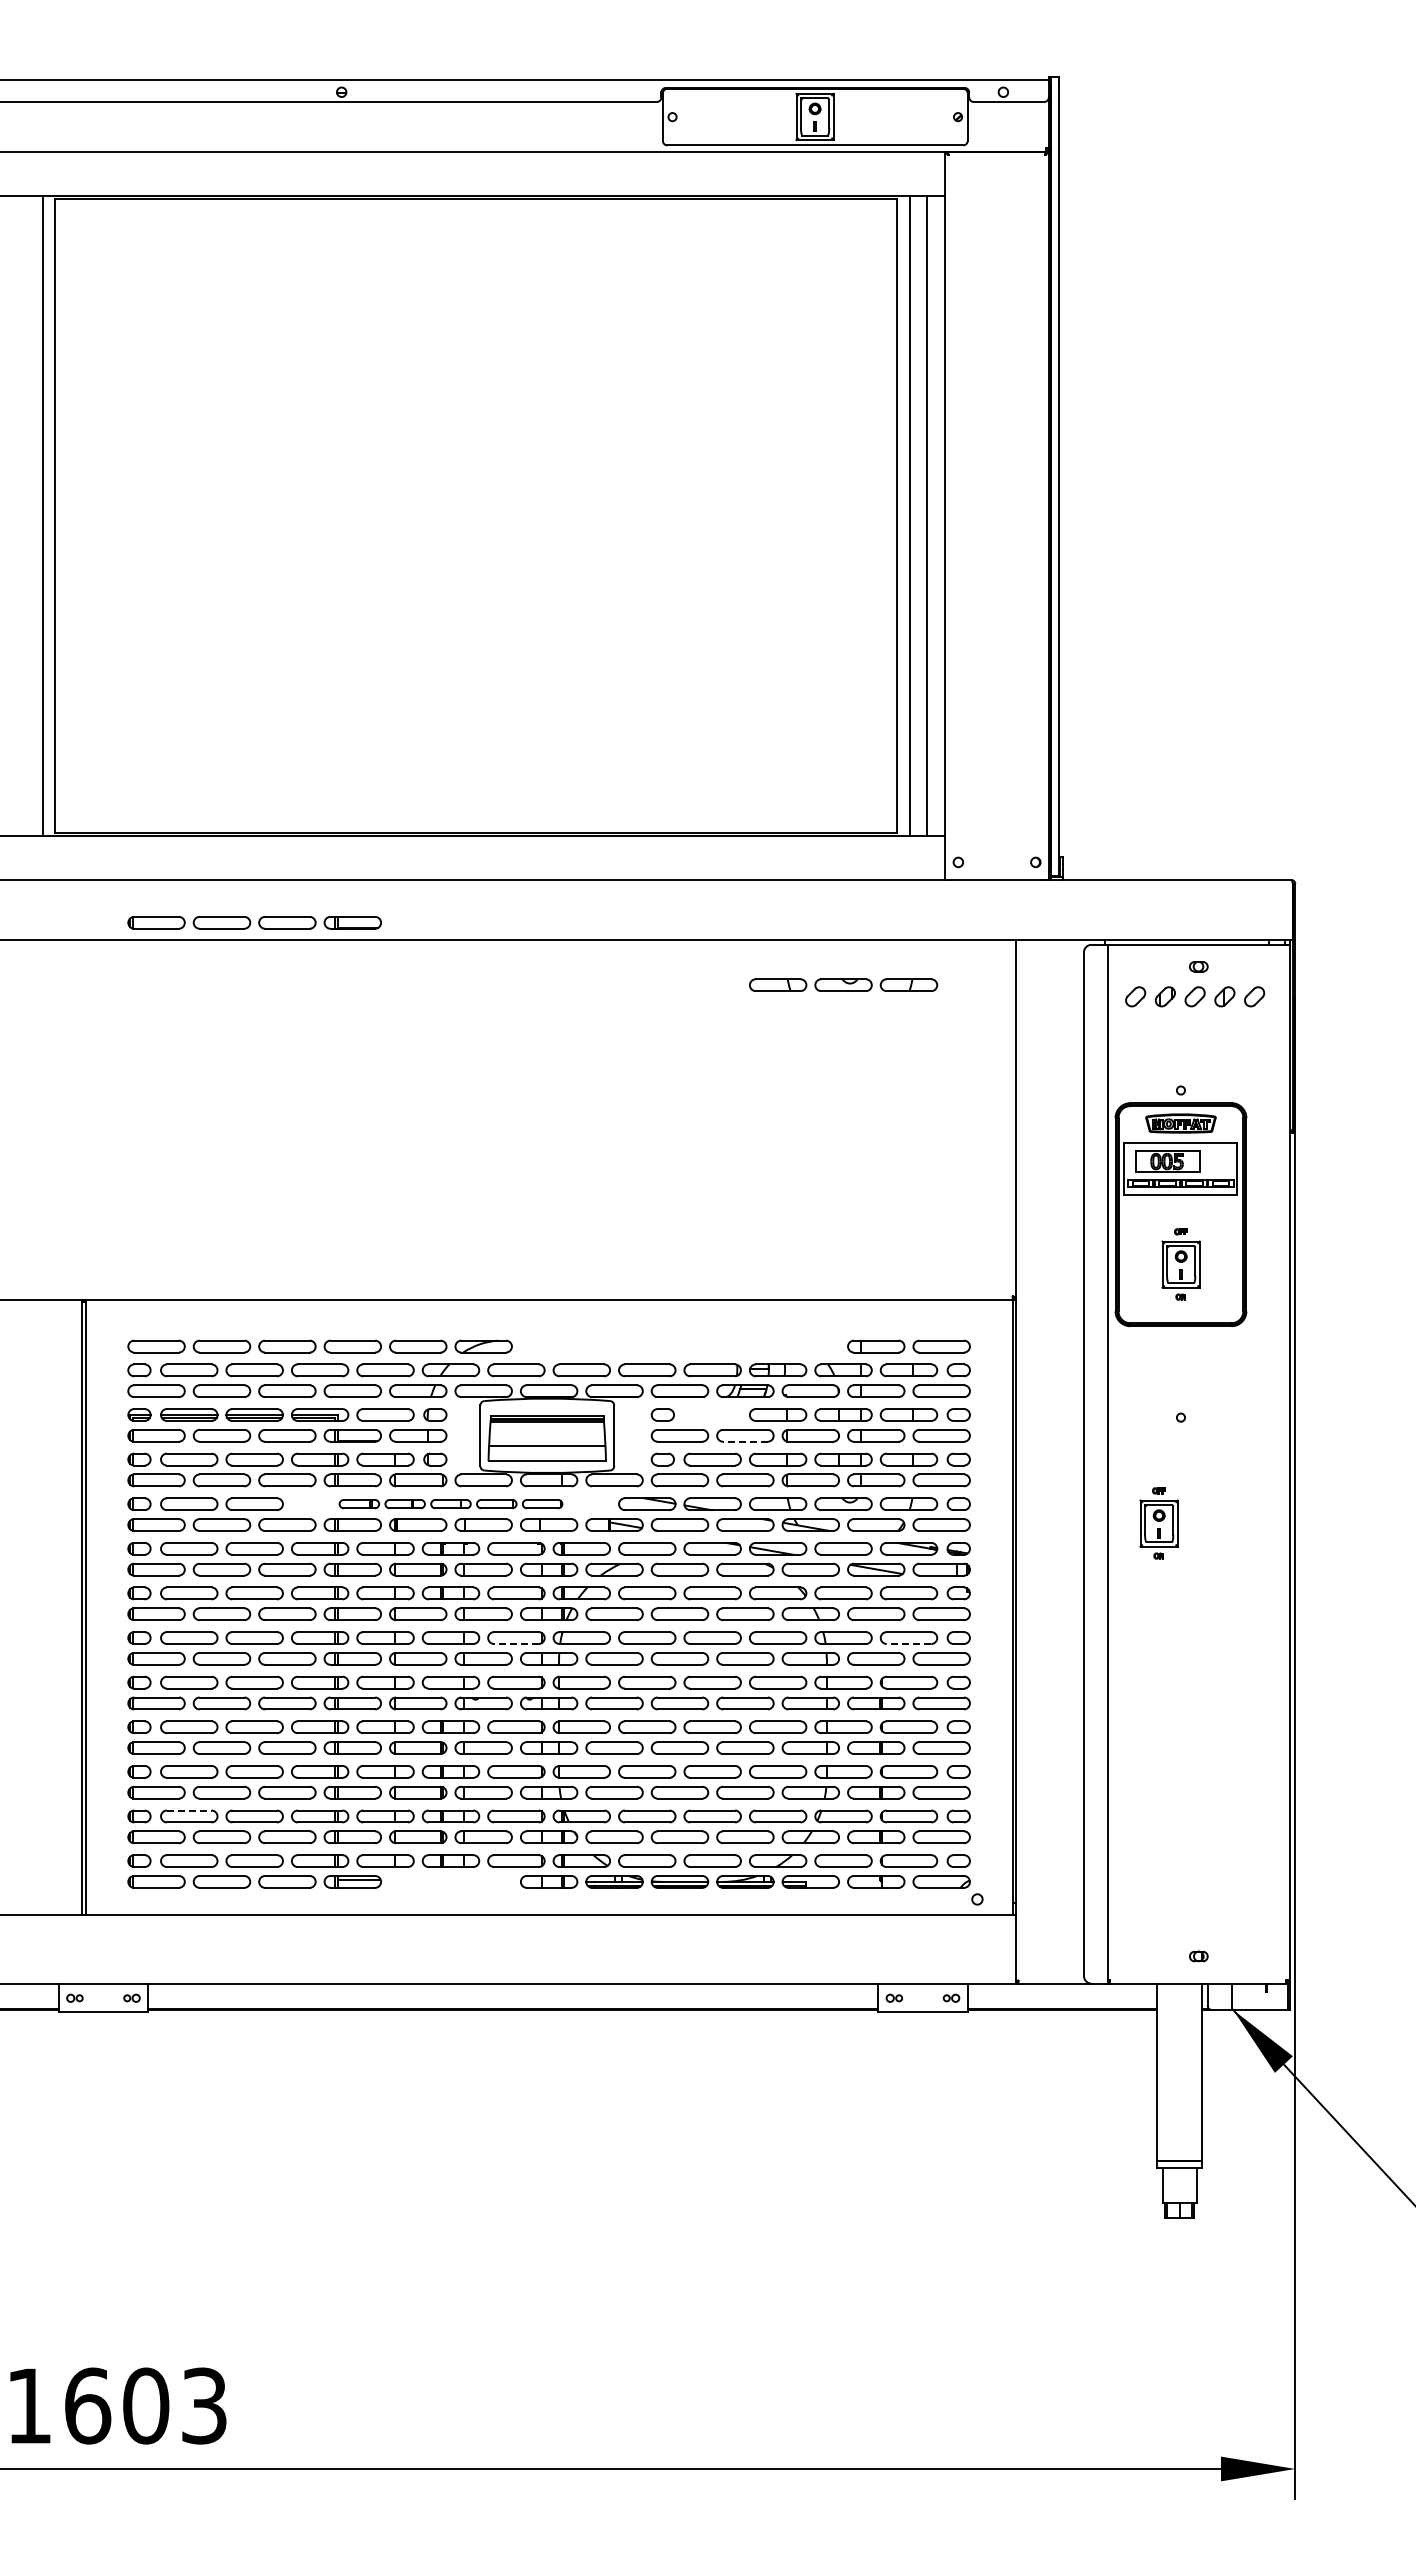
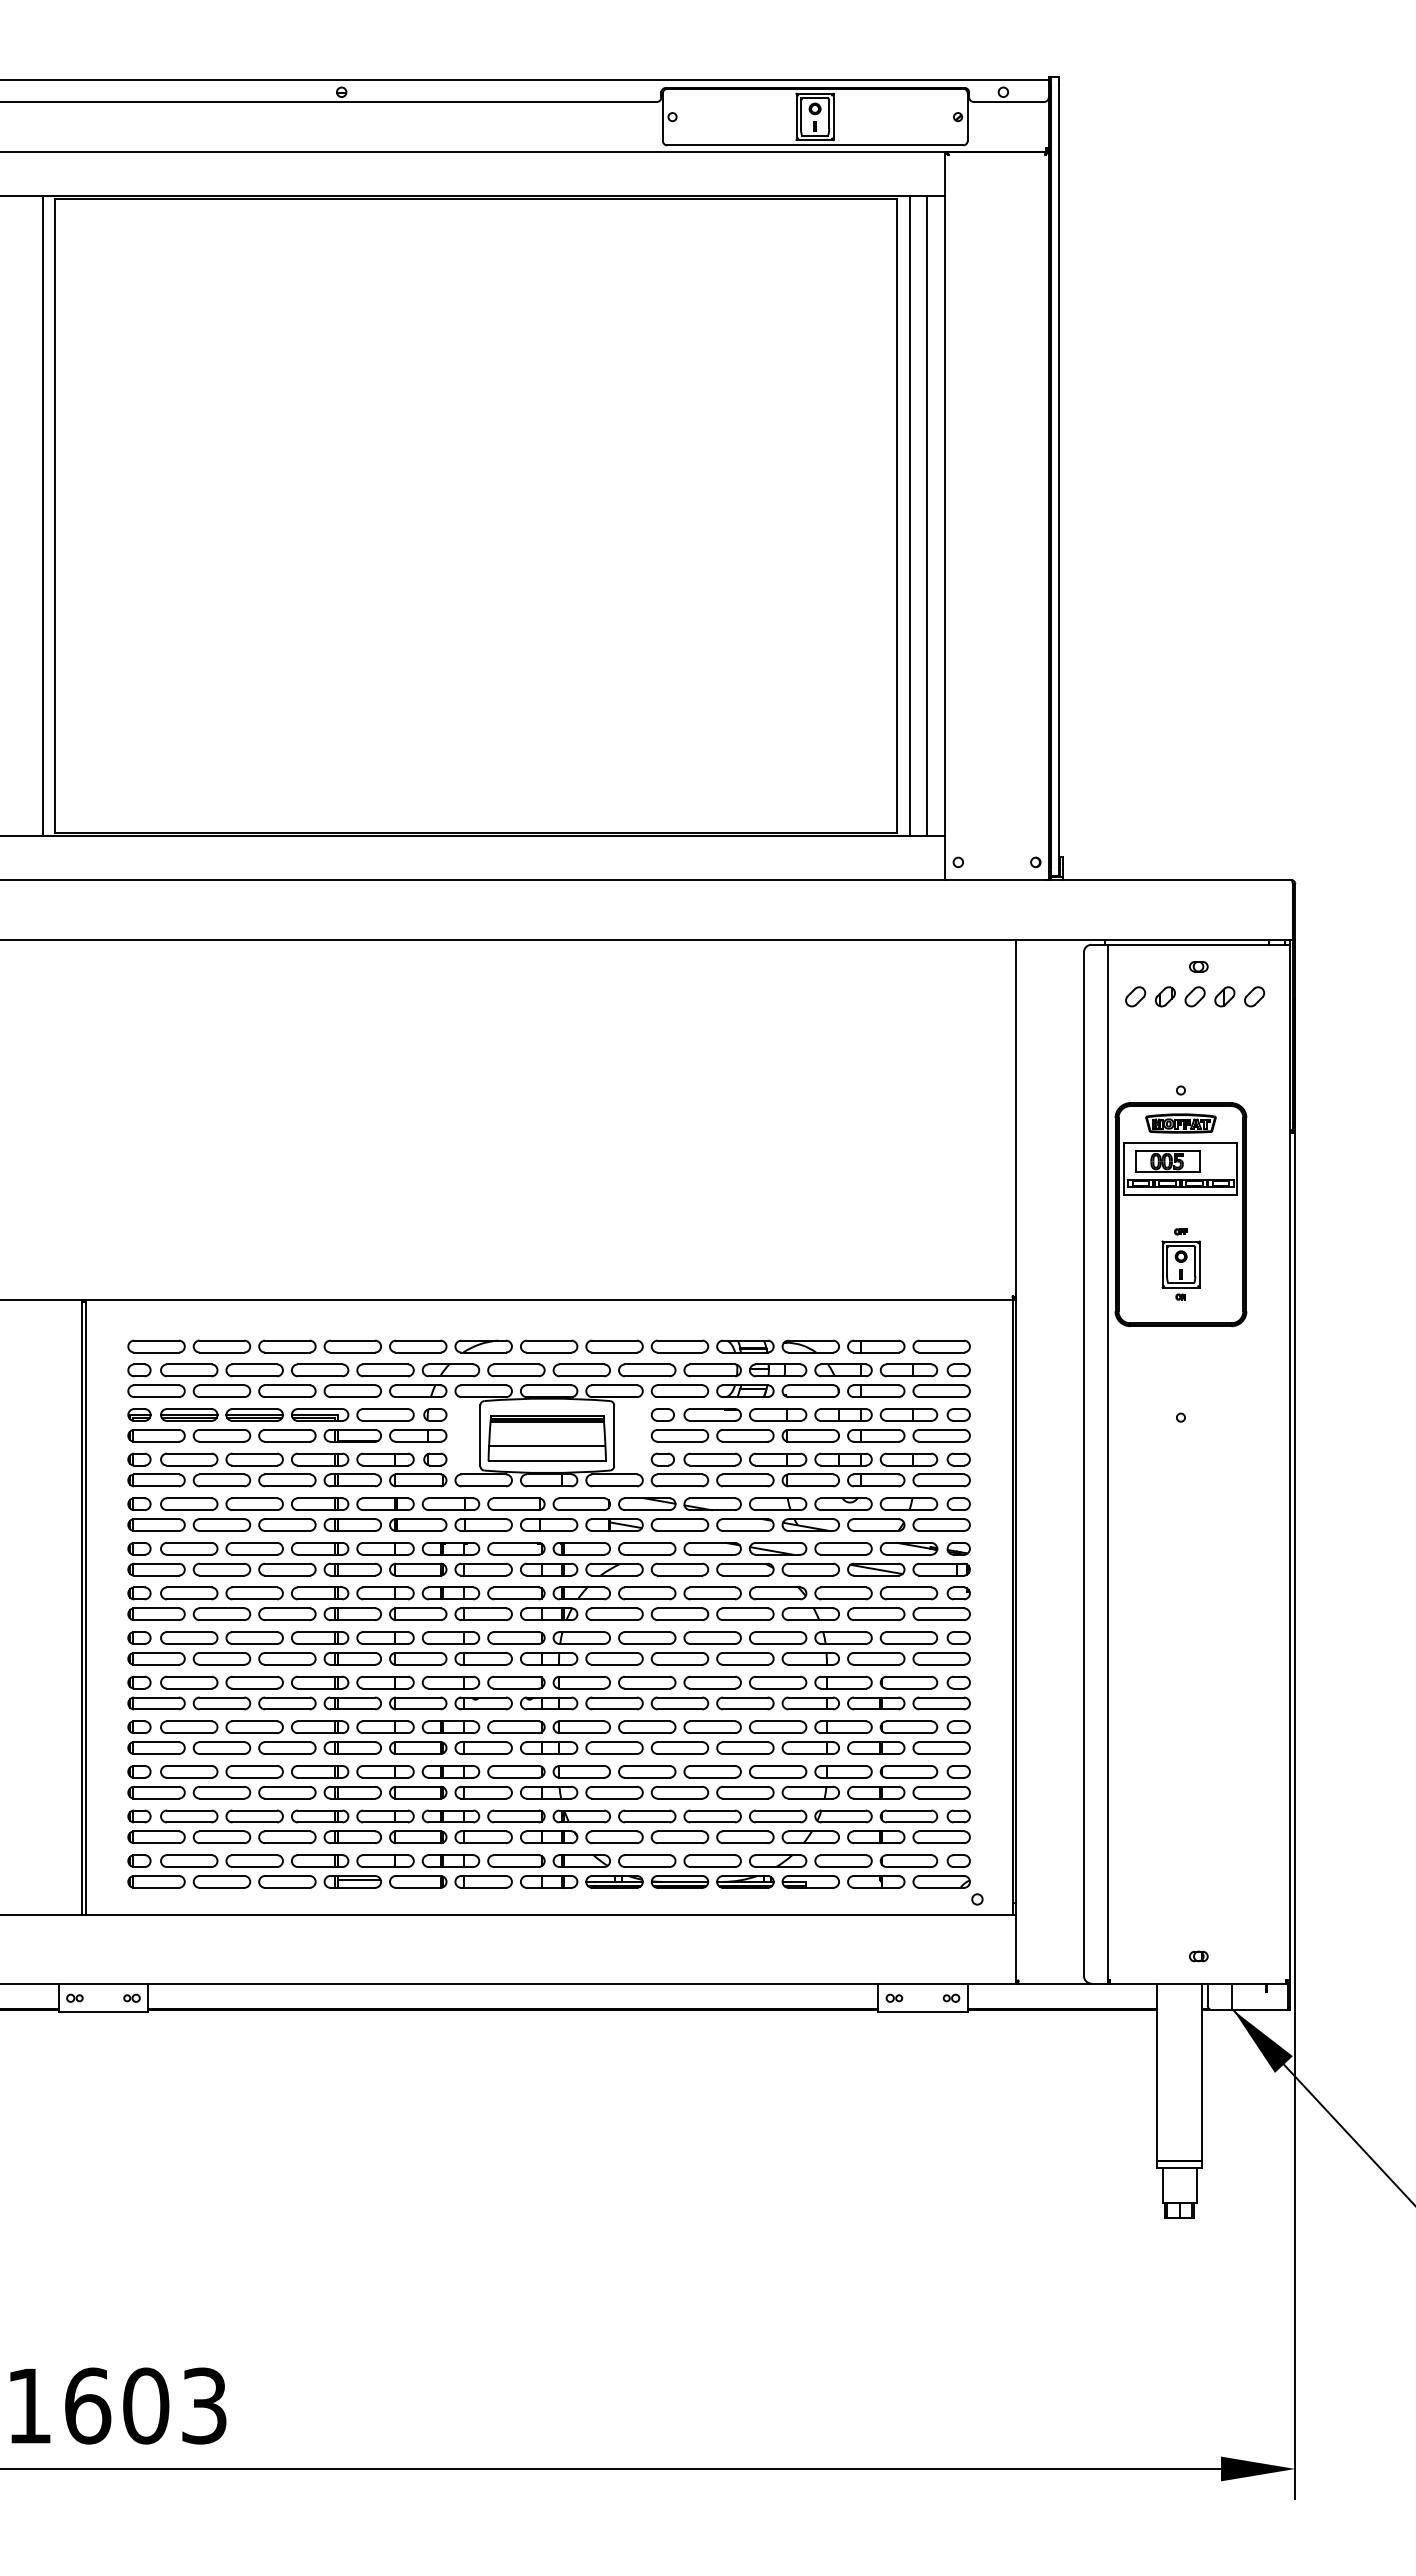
part at (254, 922): present -> none
part at (843, 984): present -> none
part at (679, 1346): none -> present
part at (712, 1414): none -> present
line at (744, 1441): dashed -> solid
part at (450, 1504) size: 226x11 px -> 320x14 px
part at (1158, 1523): present -> none
line at (515, 1643): dashed -> solid
line at (908, 1643): dashed -> solid
line at (189, 1810): dashed -> solid
part at (450, 1881): none -> present
